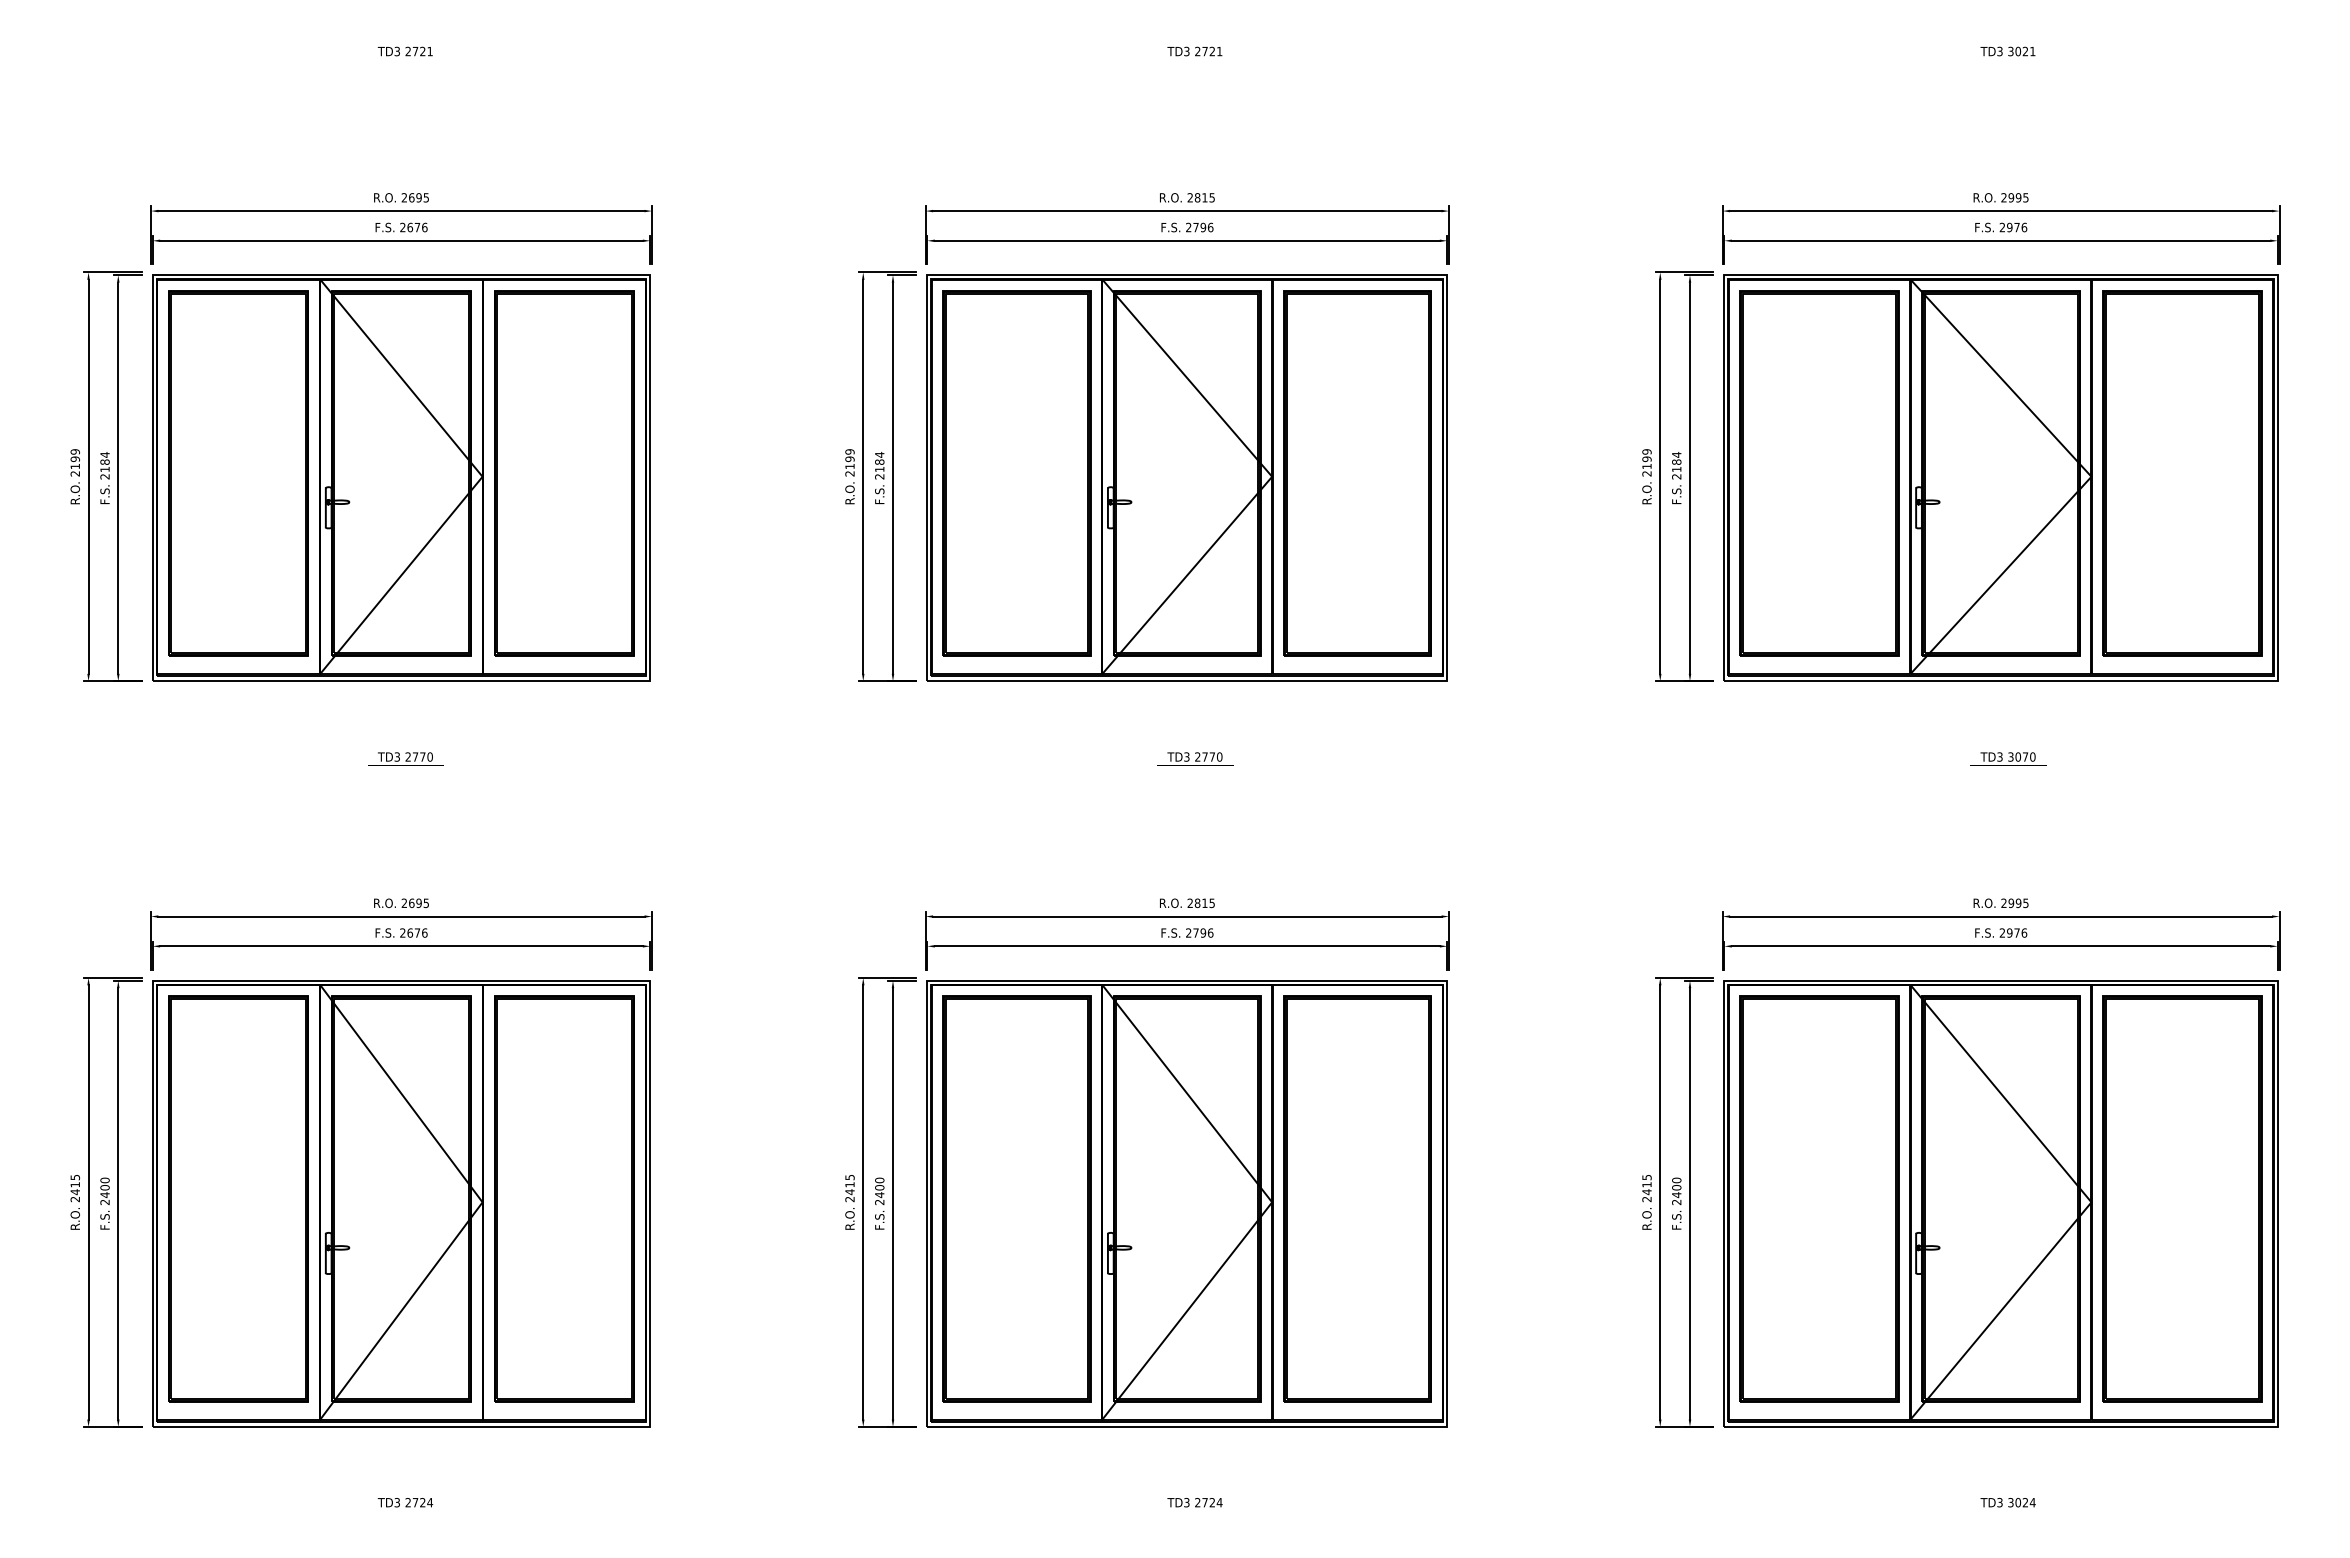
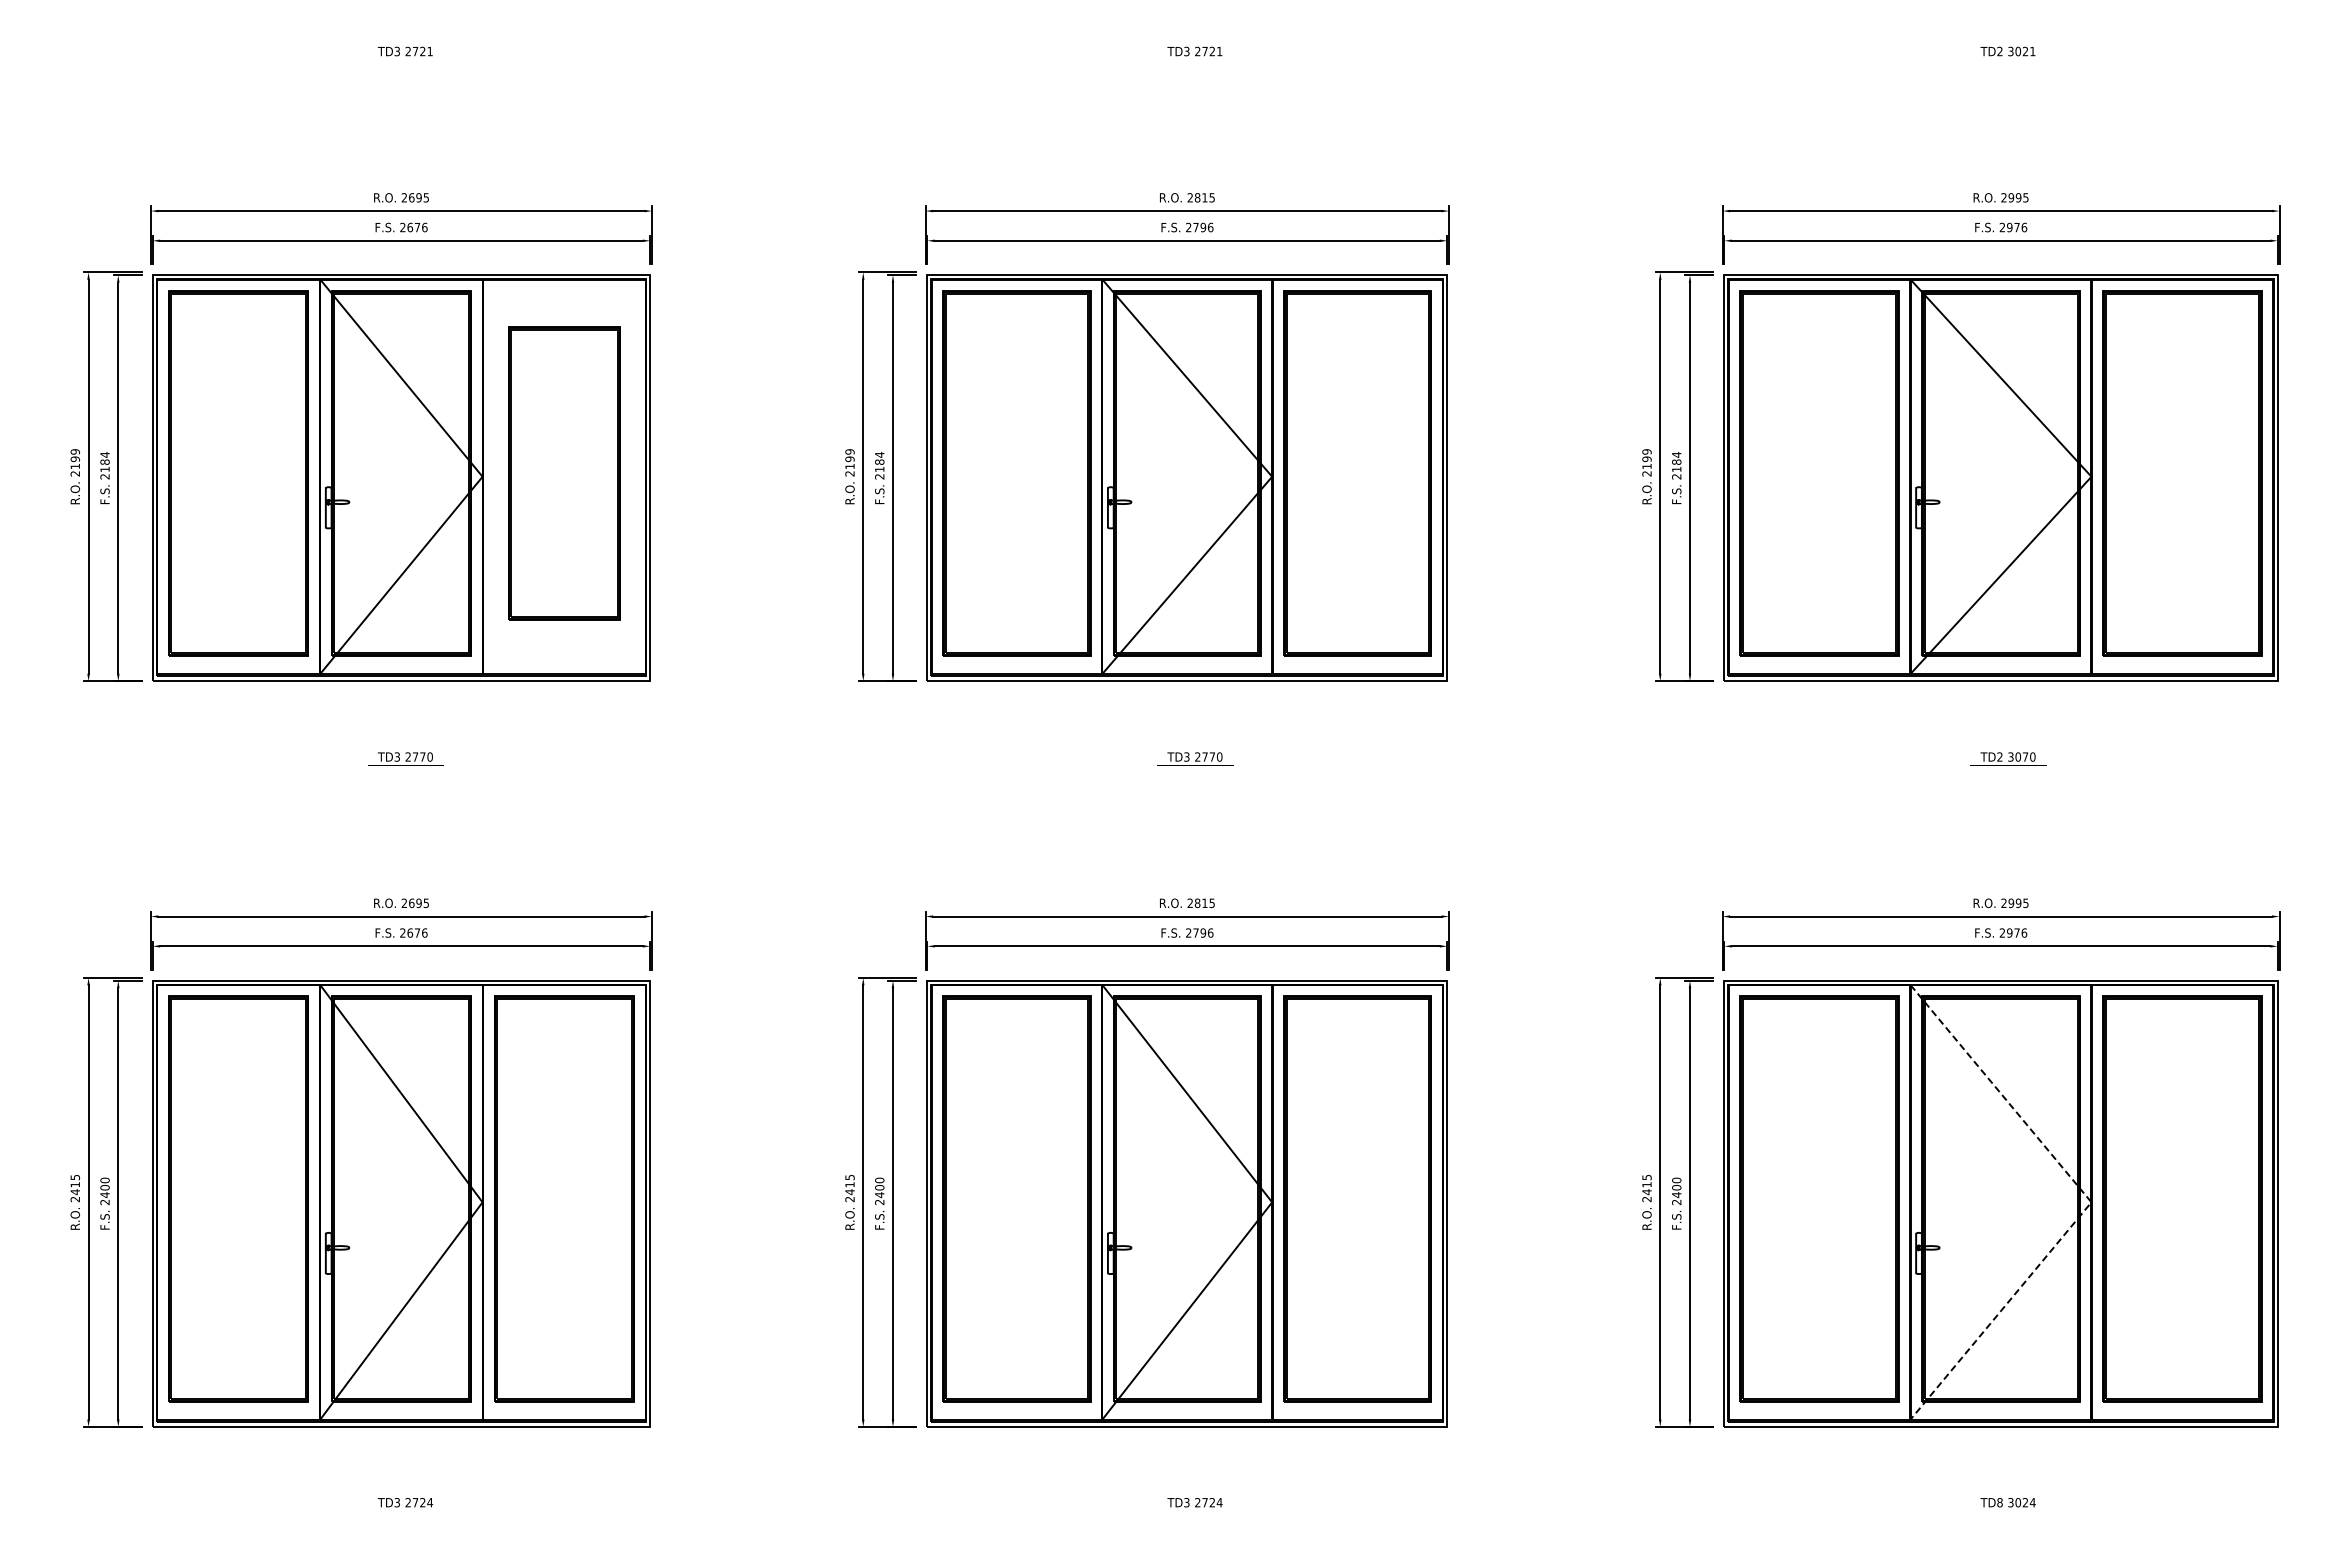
text at (1999, 51): TD3 -> TD2
part at (564, 473) size: 141x367 px -> 113x295 px
text at (1999, 756): TD3 -> TD2
line at (2091, 1202): solid -> dashed
text at (1999, 1502): TD3 -> TD8
